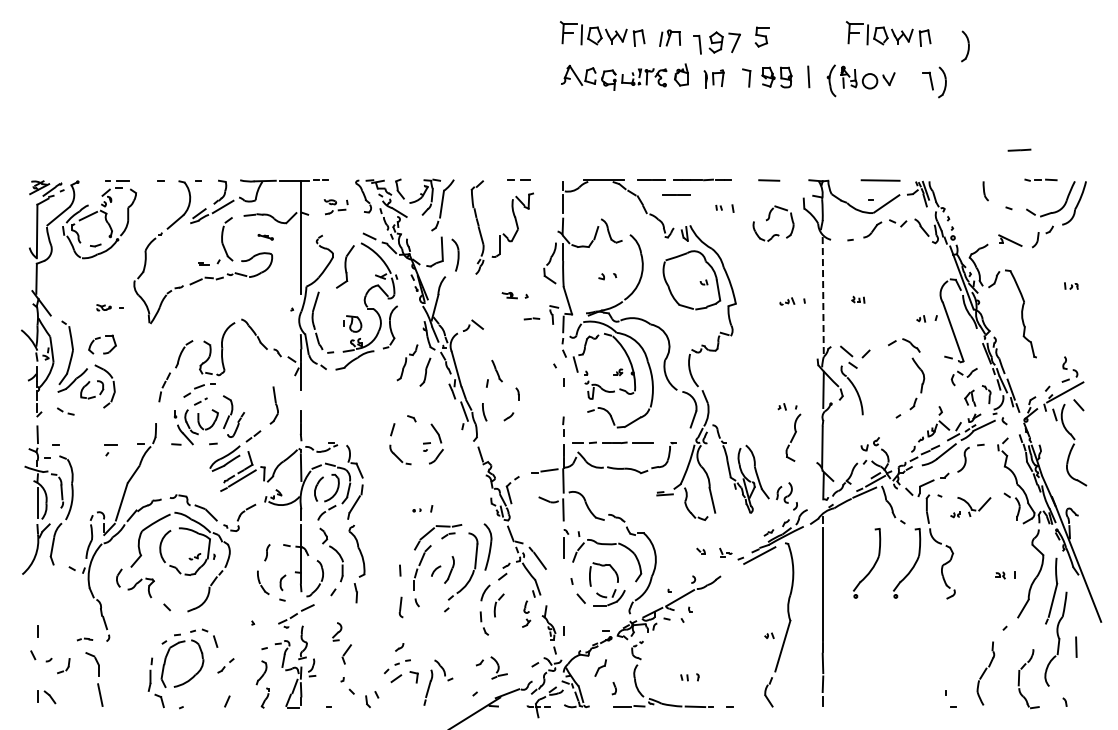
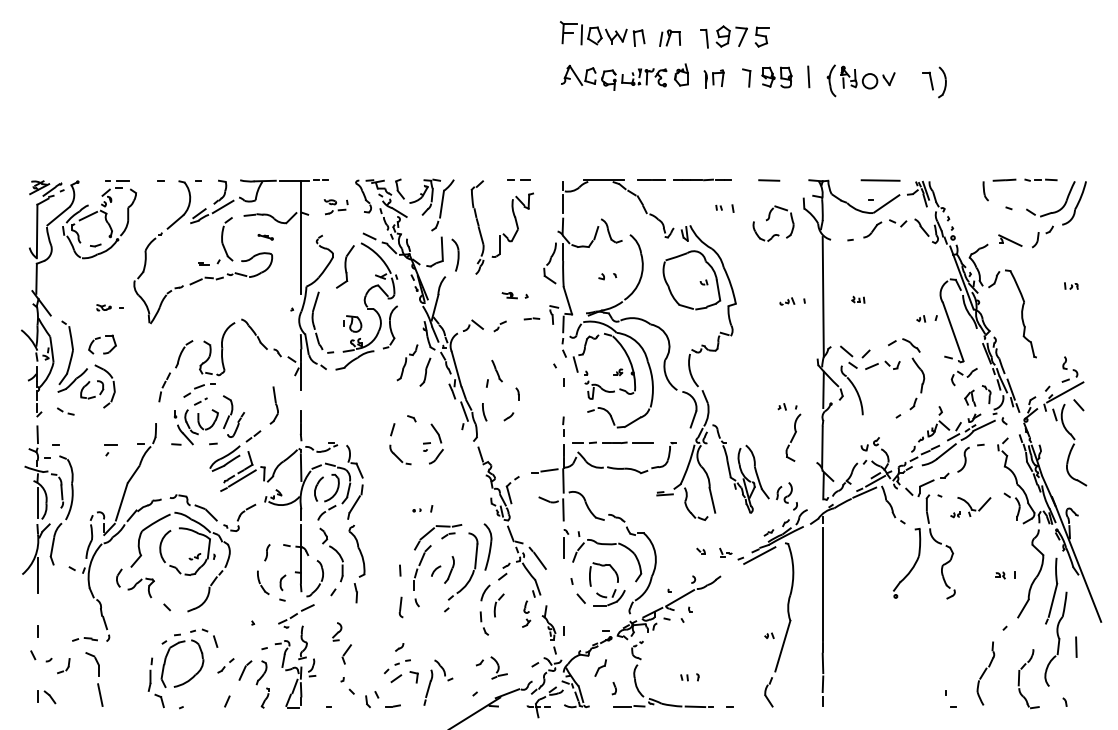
part at (888, 33): present -> none
part at (716, 42) position: (716, 42) -> (723, 36)
part at (965, 46): present -> none
line at (1019, 149) position: (1019, 149) -> (1004, 179)
line at (676, 194): present -> none
line at (823, 296): dashed -> solid
part at (499, 326): none -> present
part at (882, 364): none -> present
part at (867, 563): present -> none
line at (37, 575): none -> present
part at (84, 639) size: 18x5 px -> 26x5 px
part at (245, 670): none -> present
line at (393, 705): none -> present
